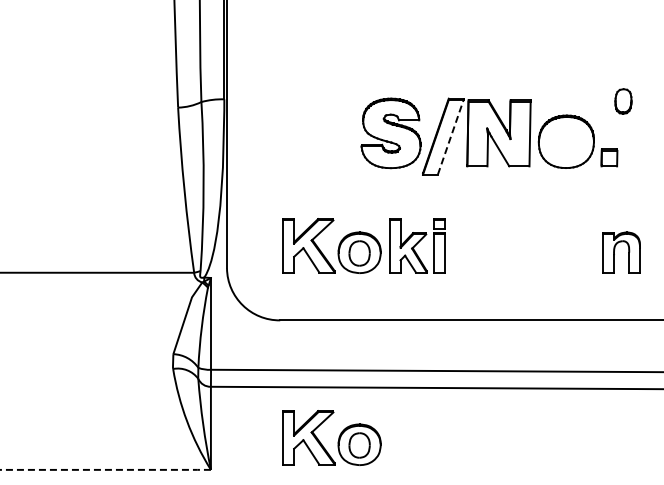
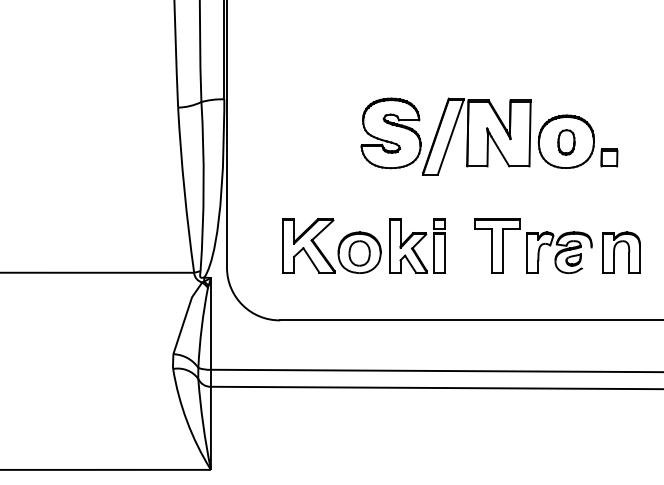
part at (623, 101) position: (623, 101) -> (566, 142)
line at (450, 136): dashed -> solid
part at (533, 245): none -> present
part at (338, 437): present -> none
line at (106, 469): dashed -> solid
